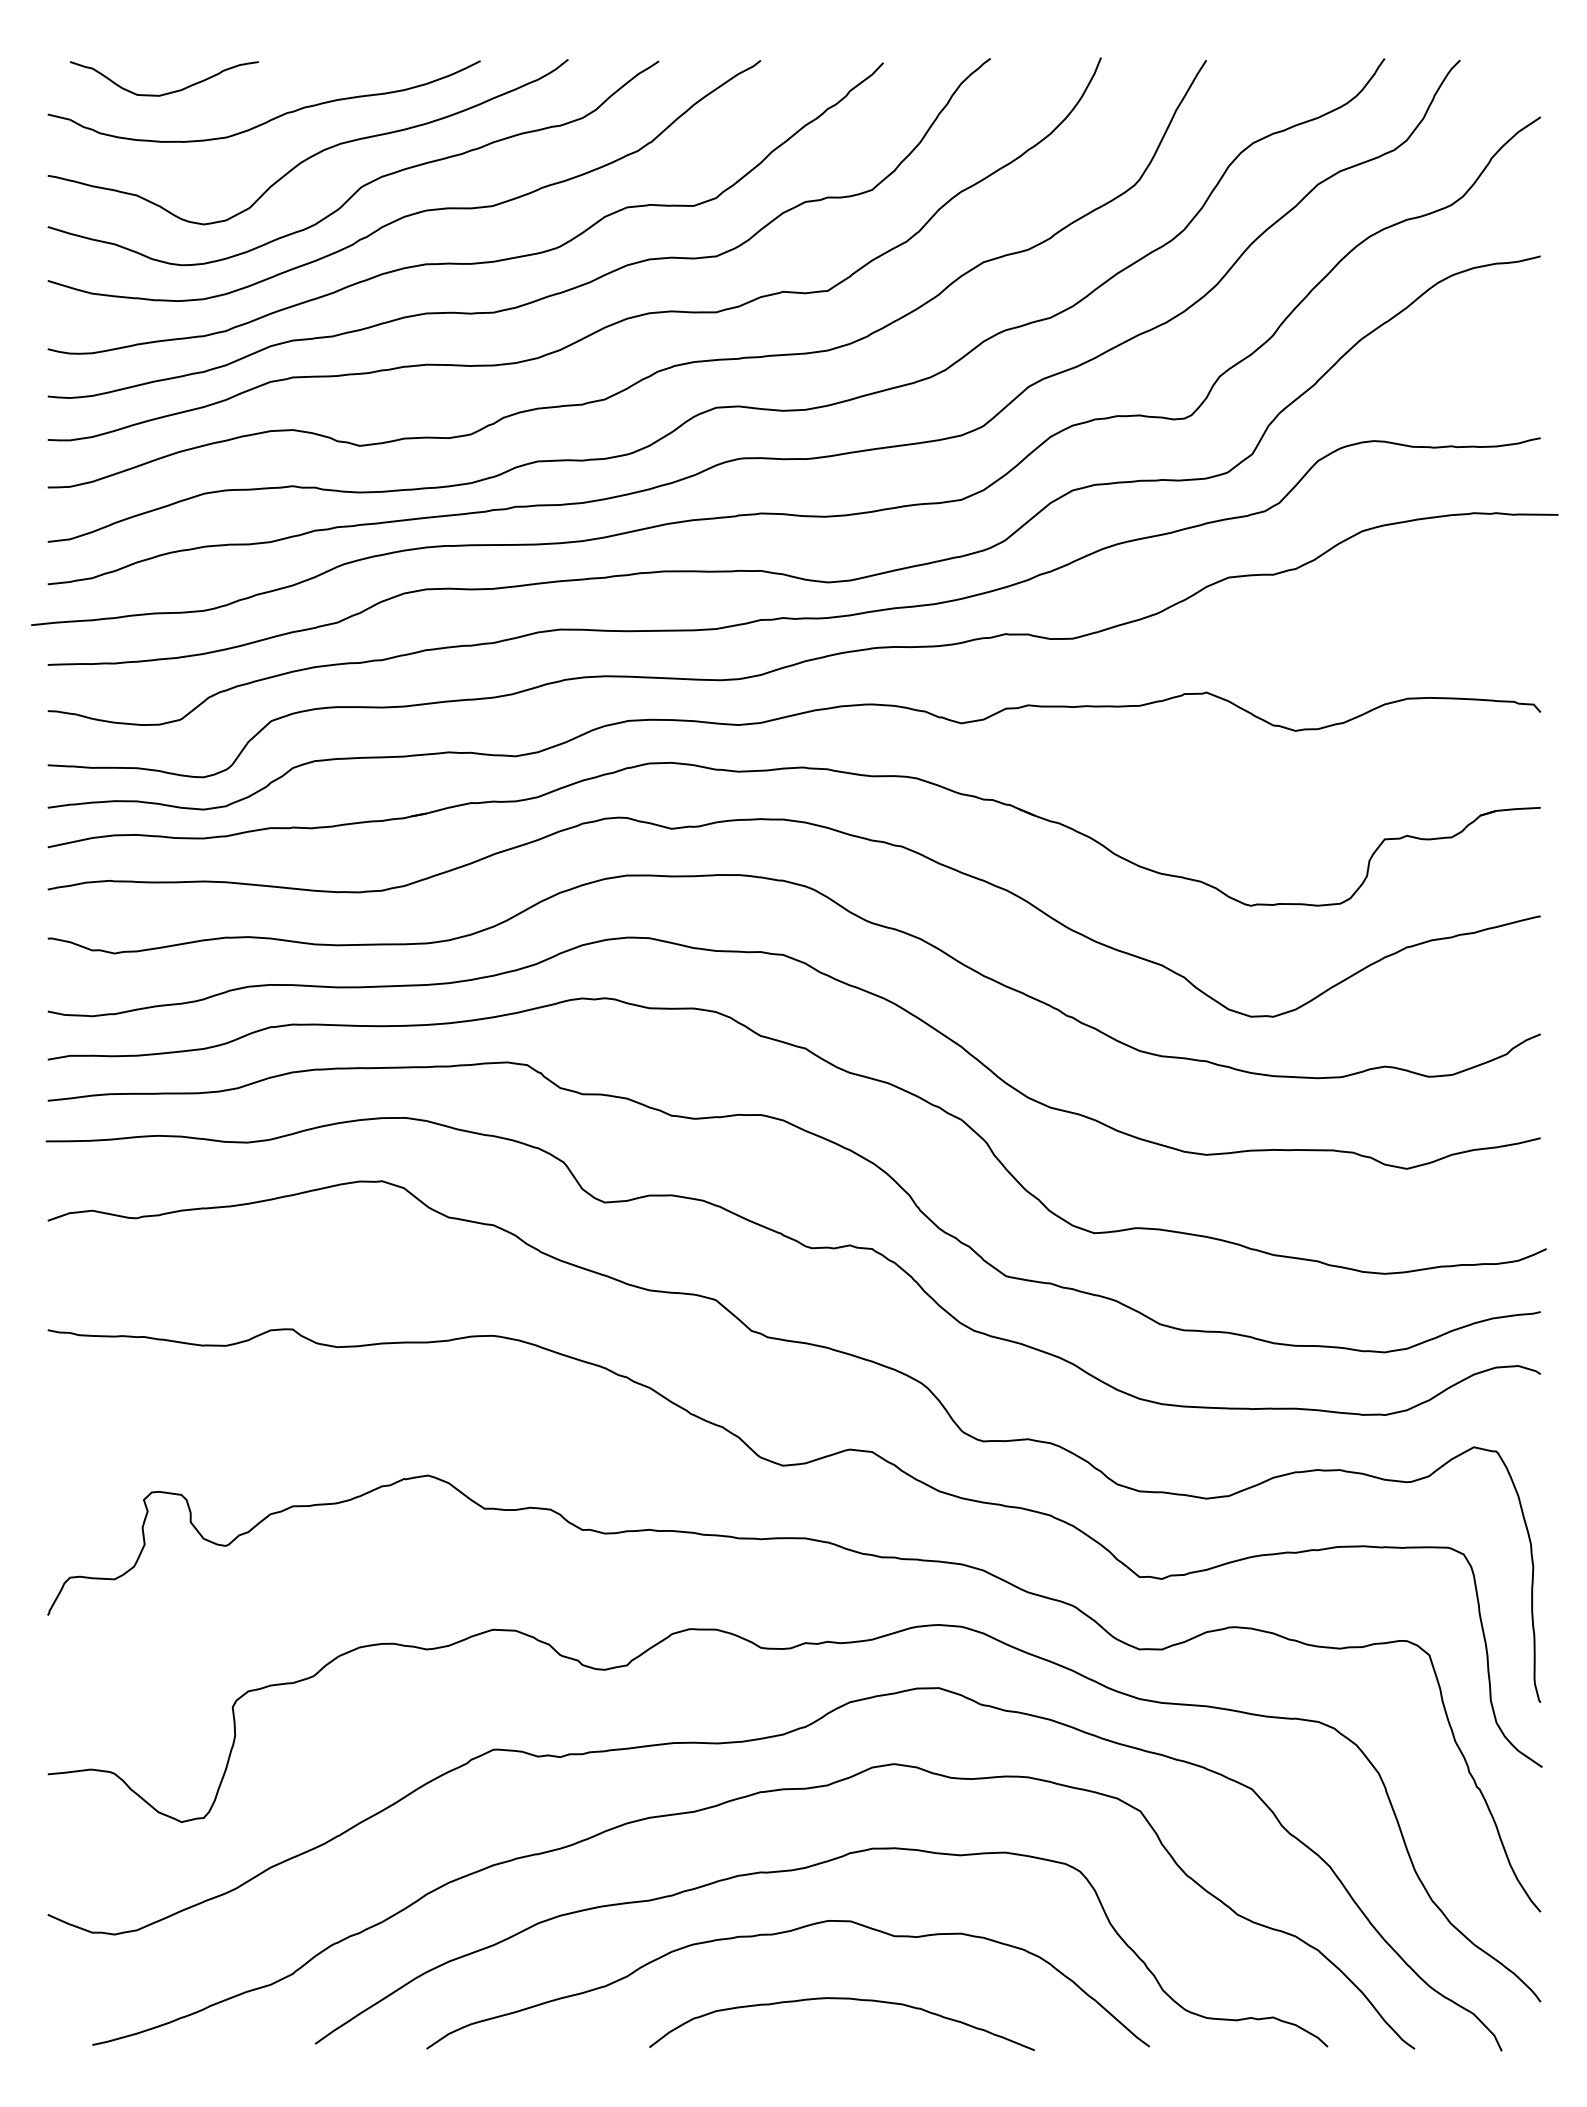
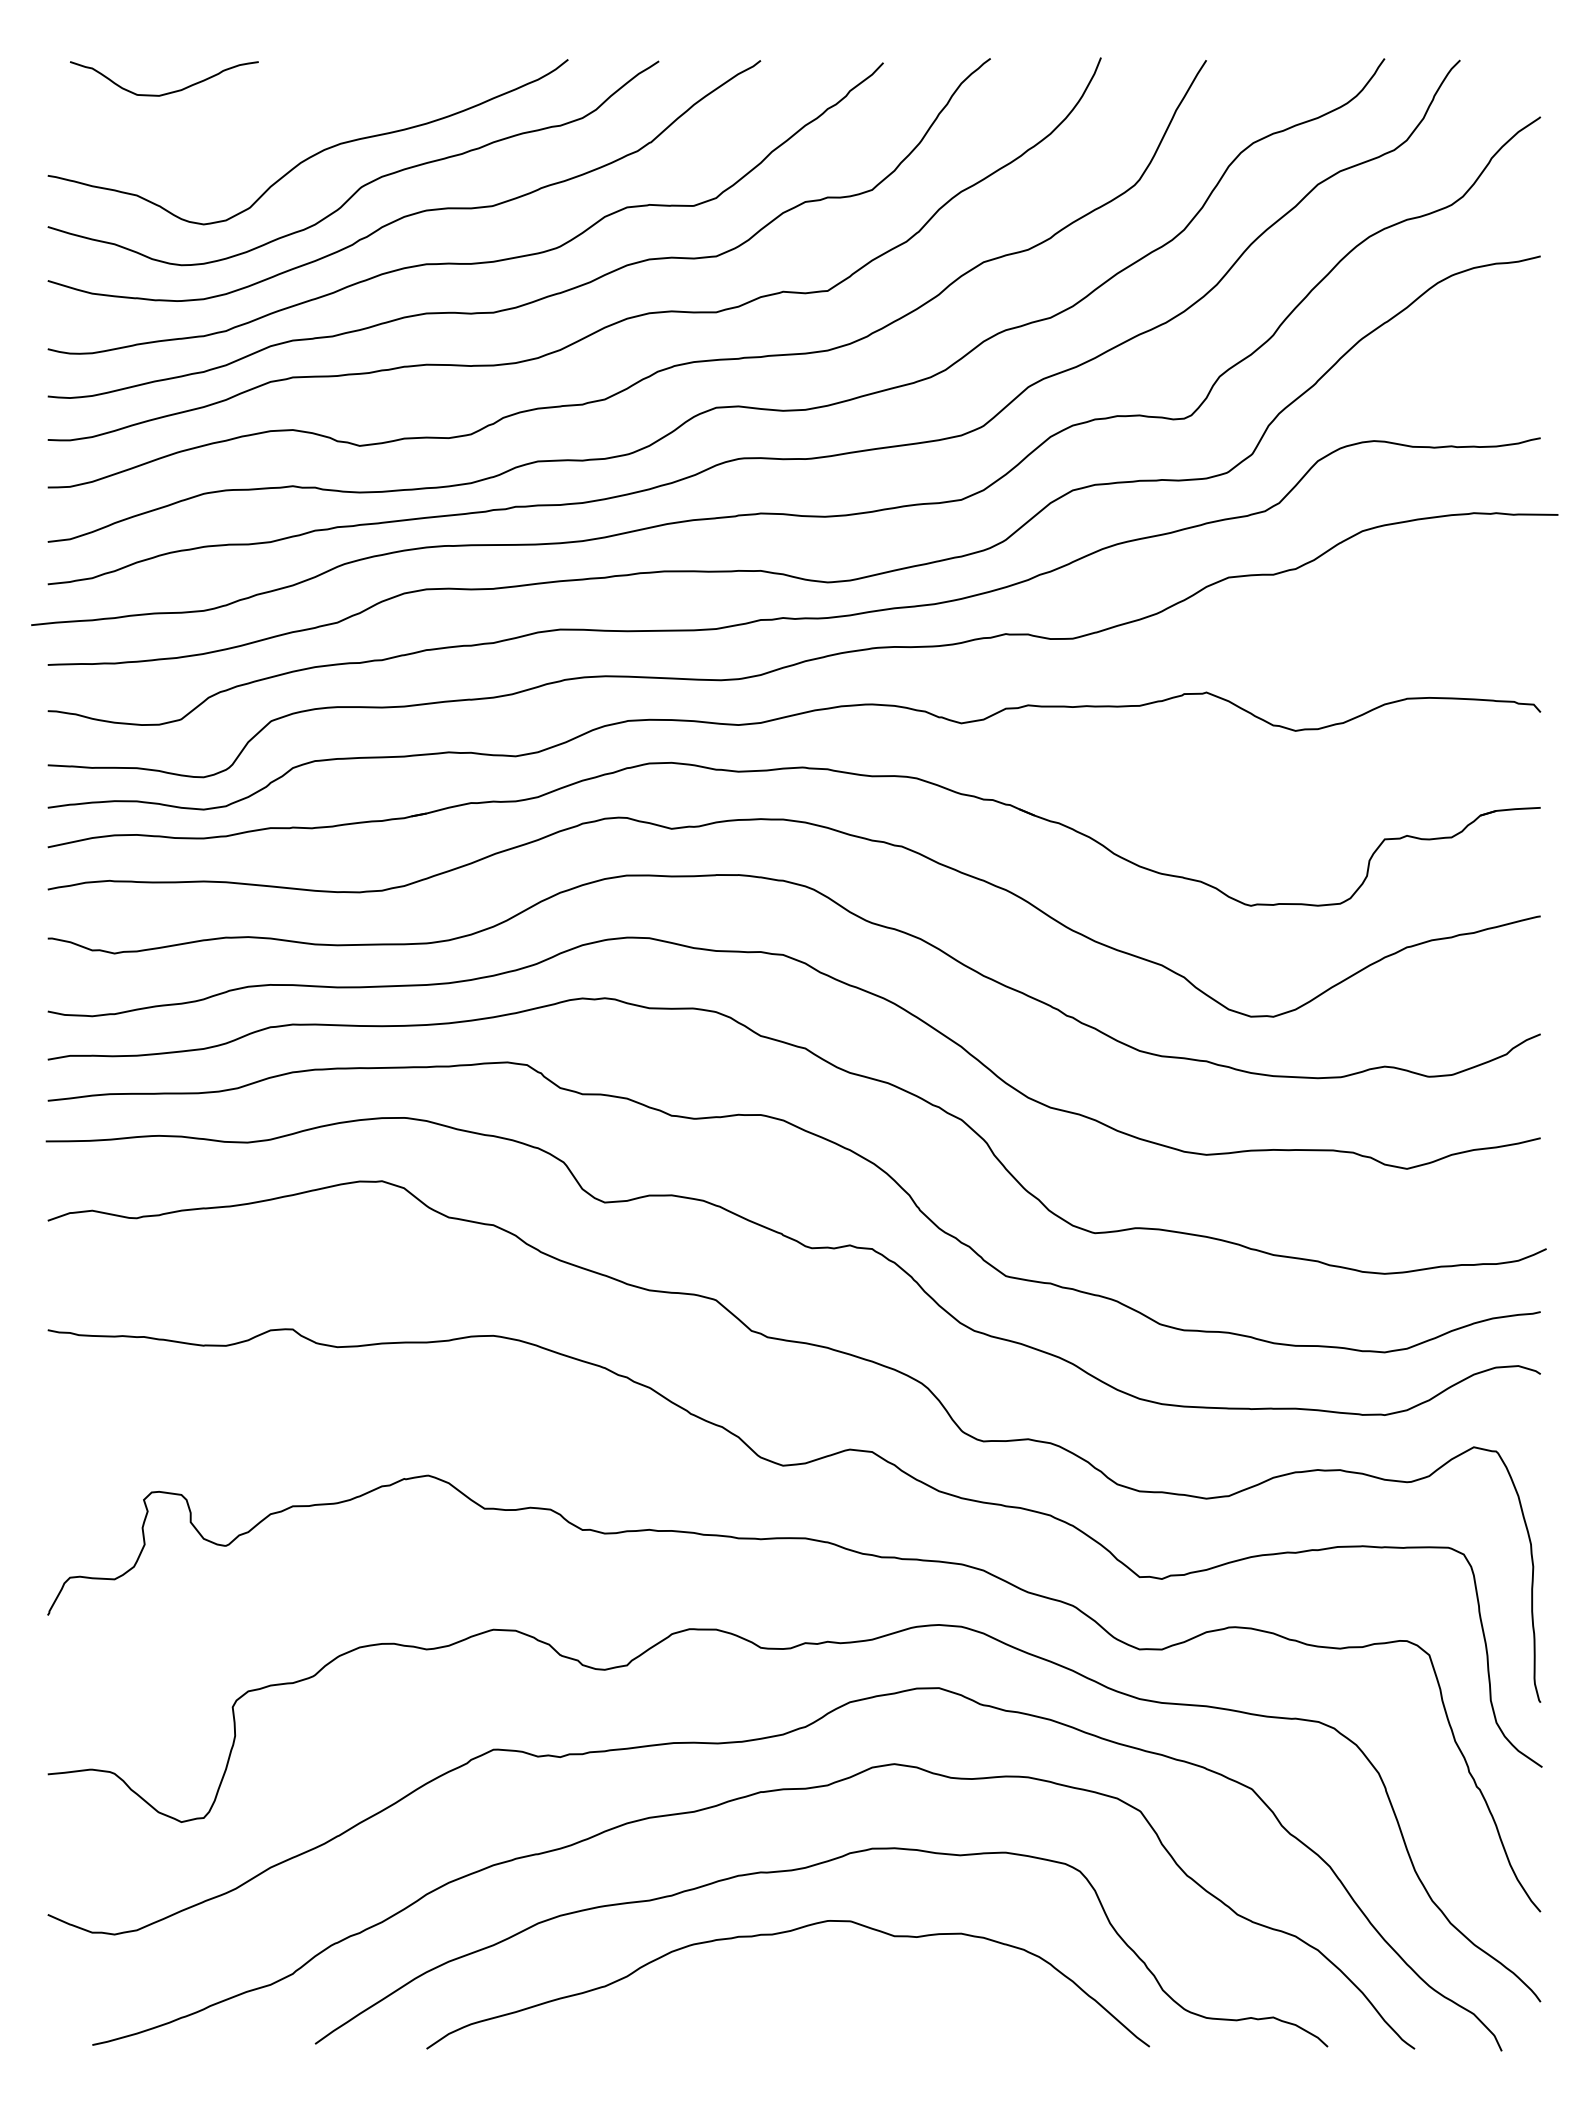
curve at (271, 118): present -> none
curve at (841, 1999): present -> none
